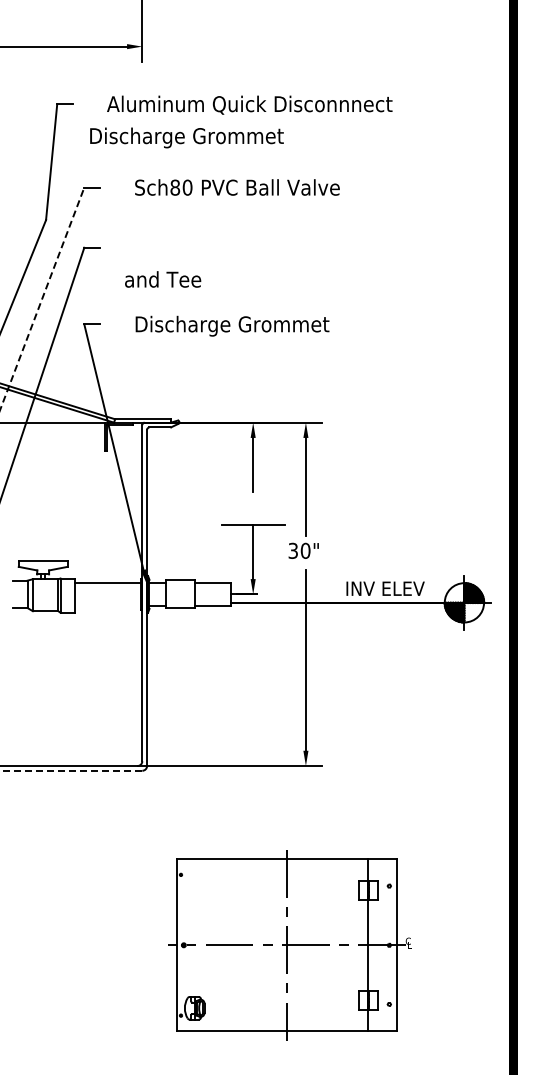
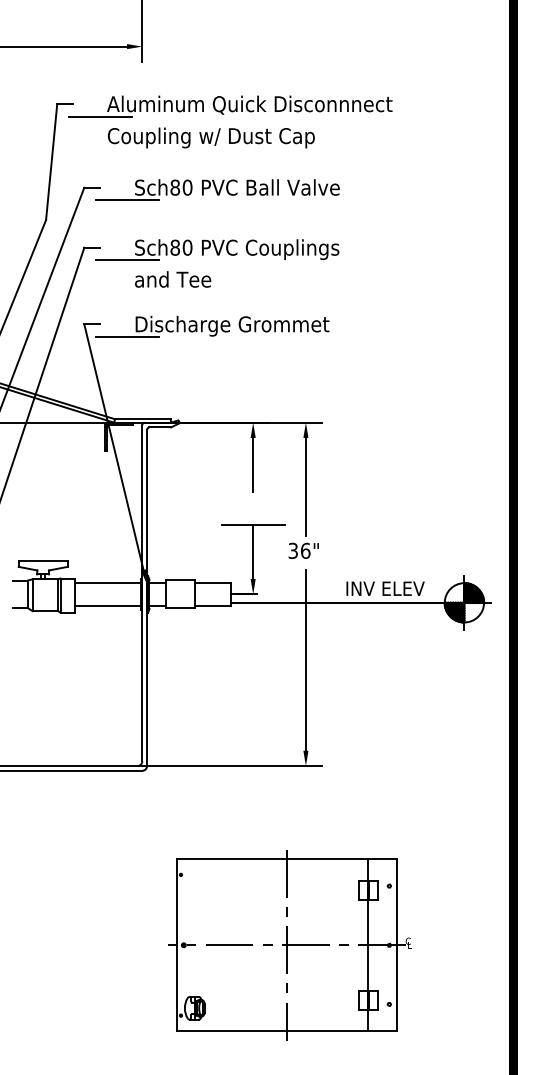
line at (100, 116): none -> present
text at (202, 137): Discharge Grommet -> Coupling w/ Dust Cap
line at (127, 200): none -> present
part at (217, 249): none -> present
text at (163, 279) position: (163, 279) -> (173, 279)
line at (42, 298): dashed -> solid
line at (127, 336): none -> present
text at (305, 550): 30" -> 36"
line at (108, 605): none -> present
line at (71, 770): dashed -> solid
